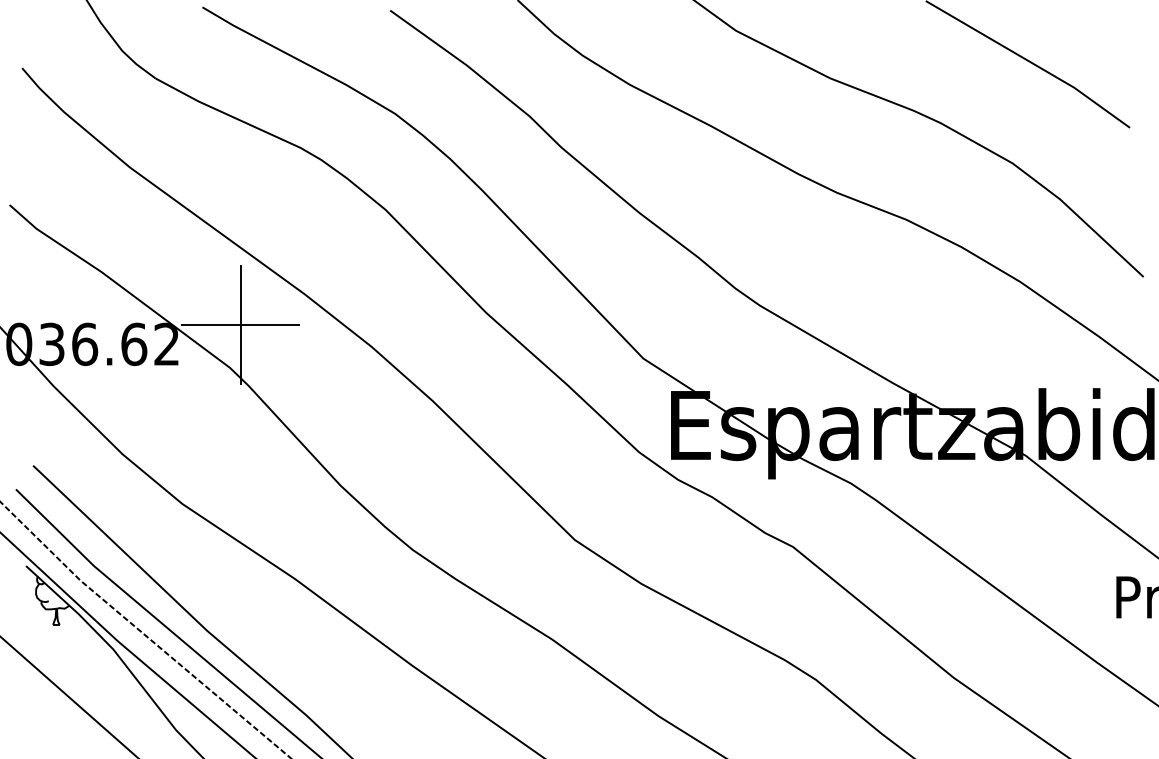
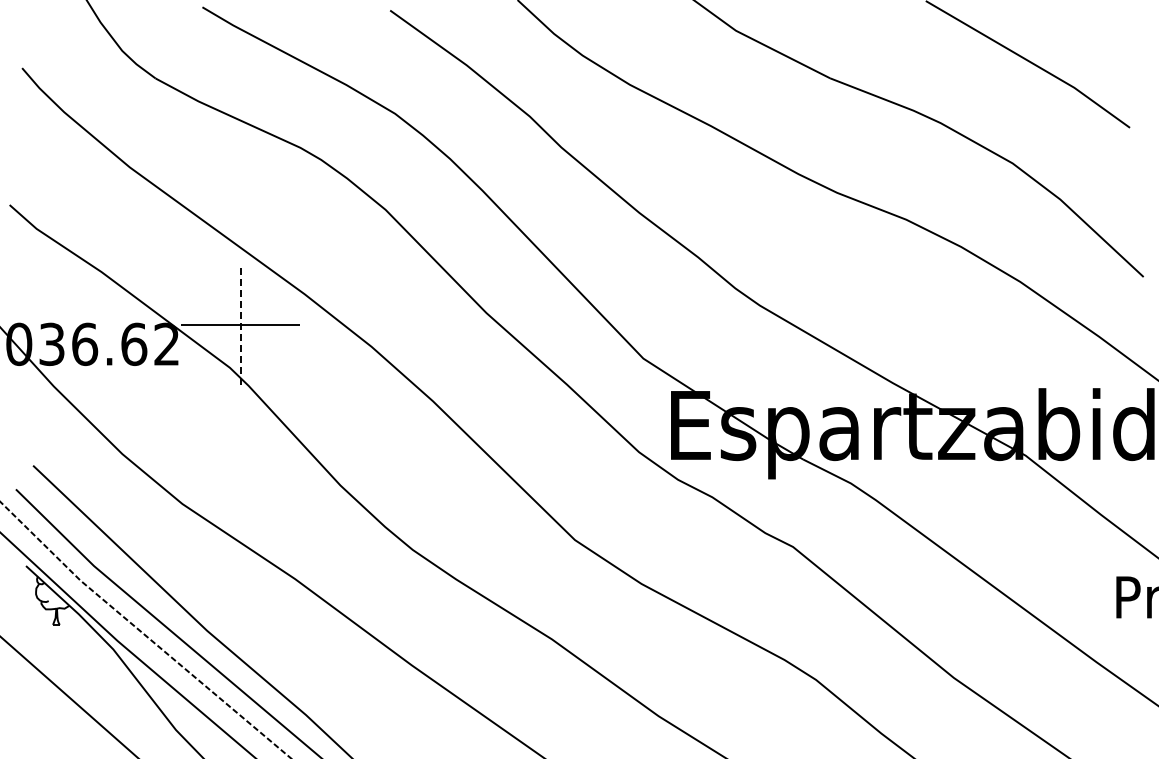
line at (240, 325): solid -> dashed
